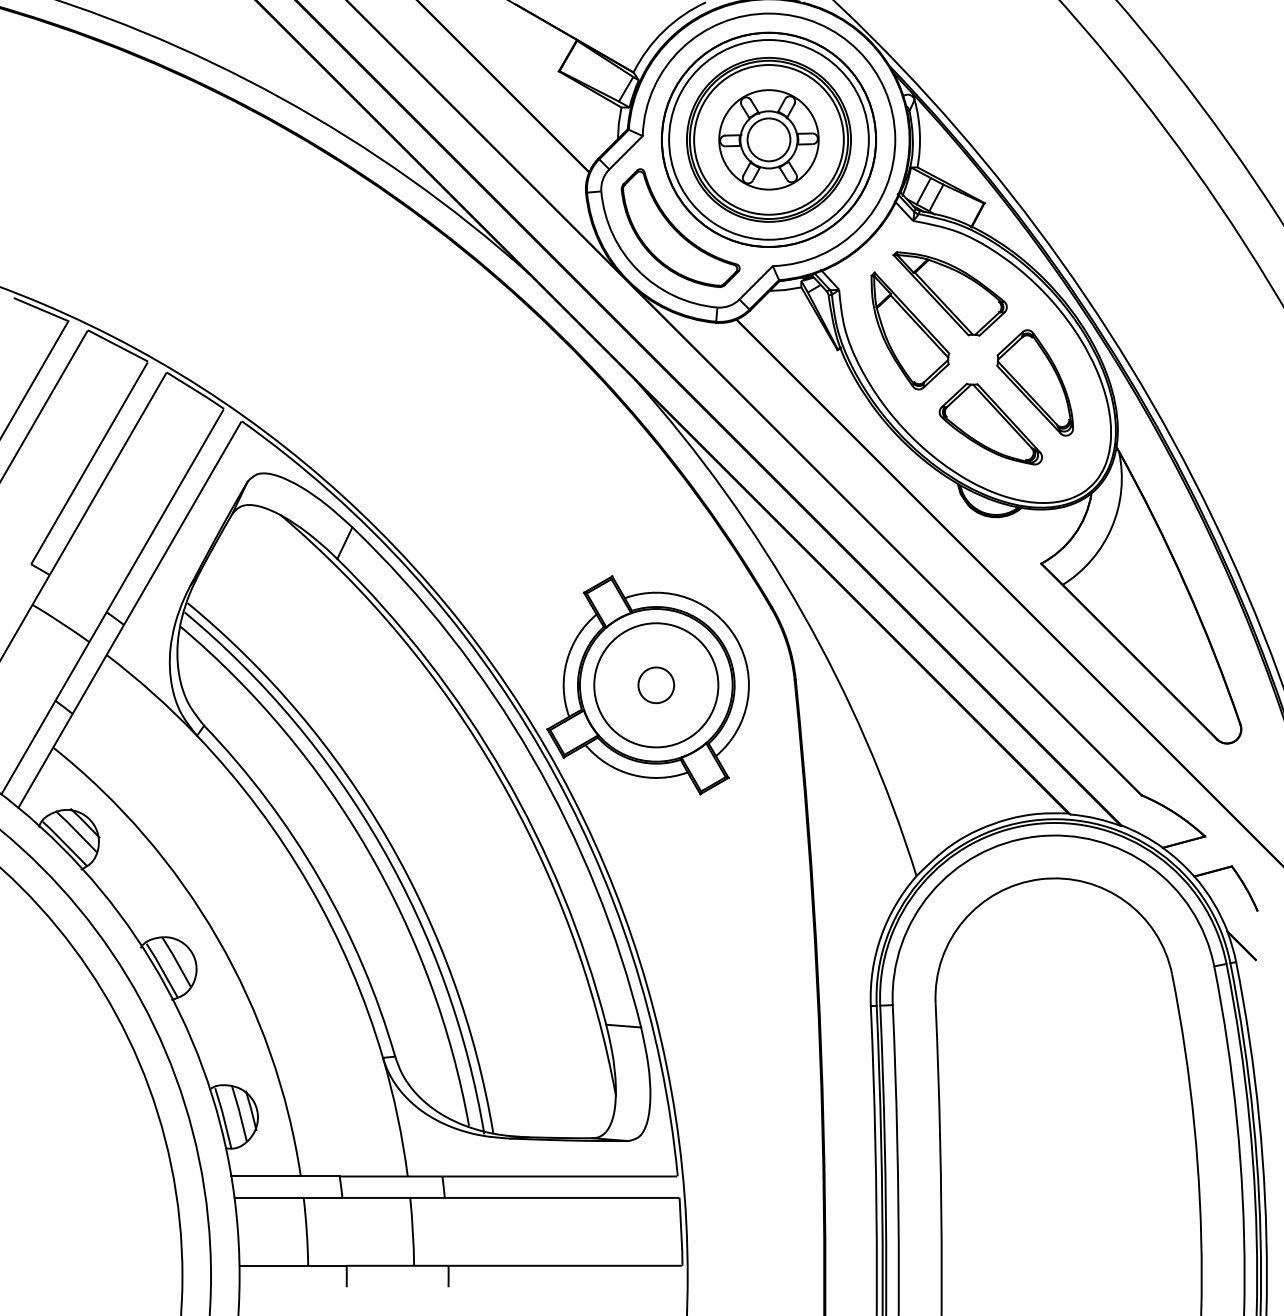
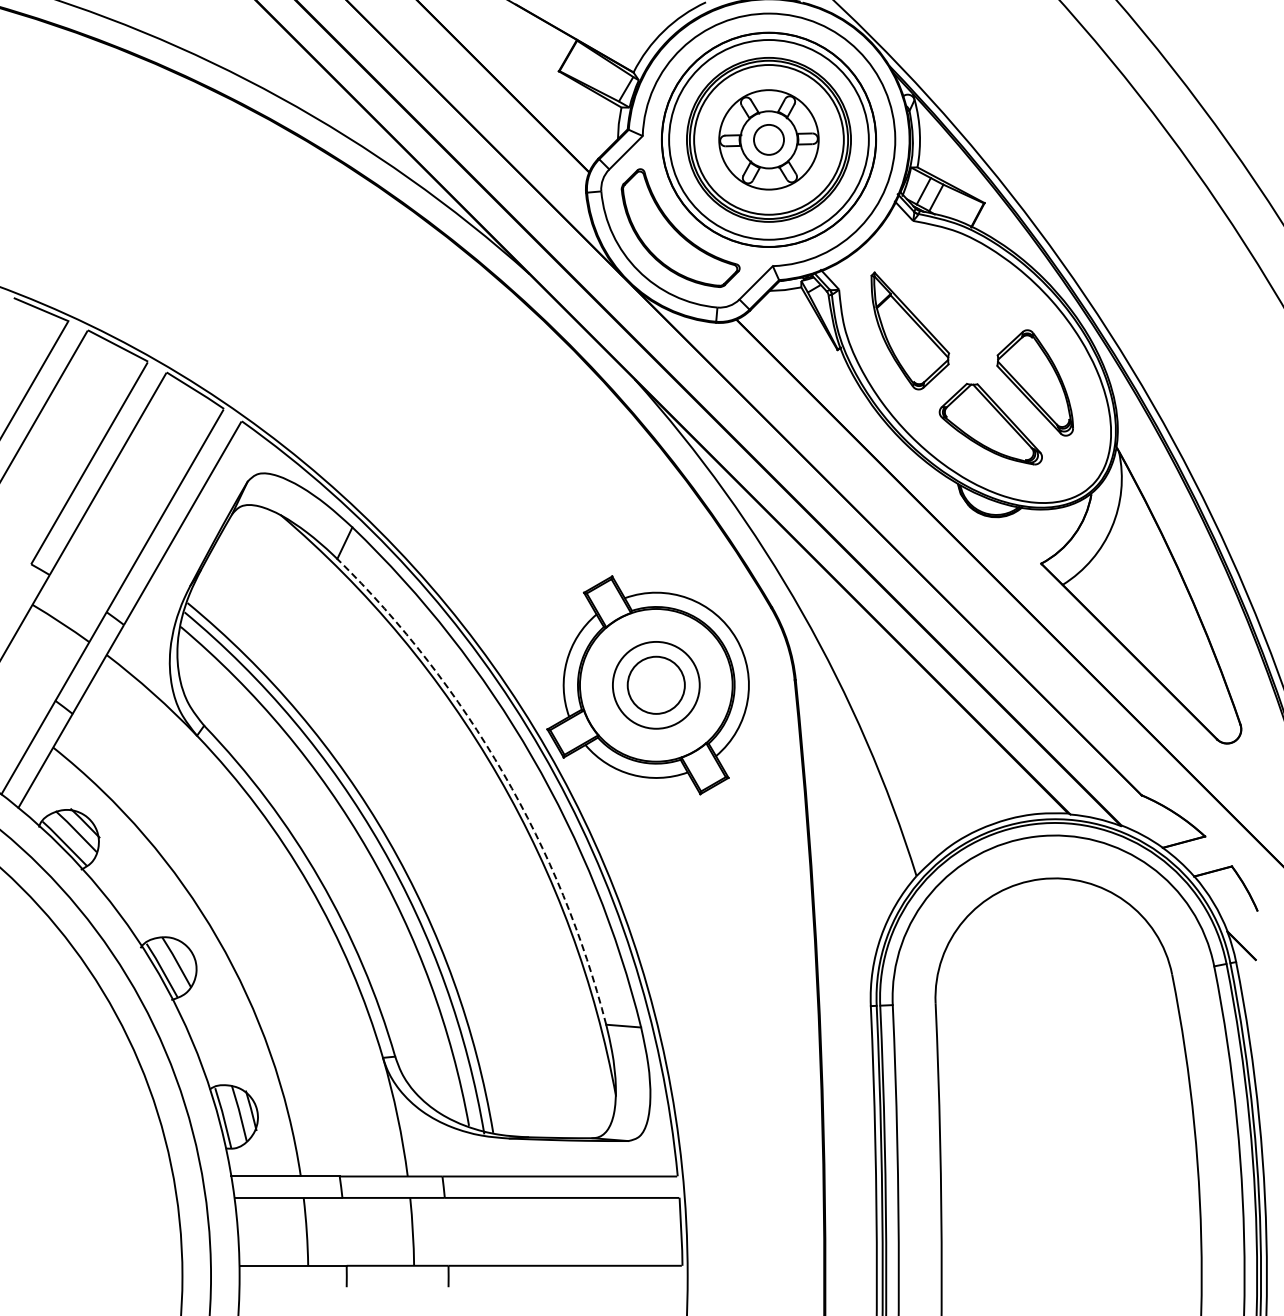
circle at (768, 139) diameter: 43 px -> 30 px
part at (949, 293): present -> none
circle at (656, 685) diameter: 124 px -> 87 px
circle at (656, 685) diameter: 36 px -> 57 px
arc at (503, 773): solid -> dashed
